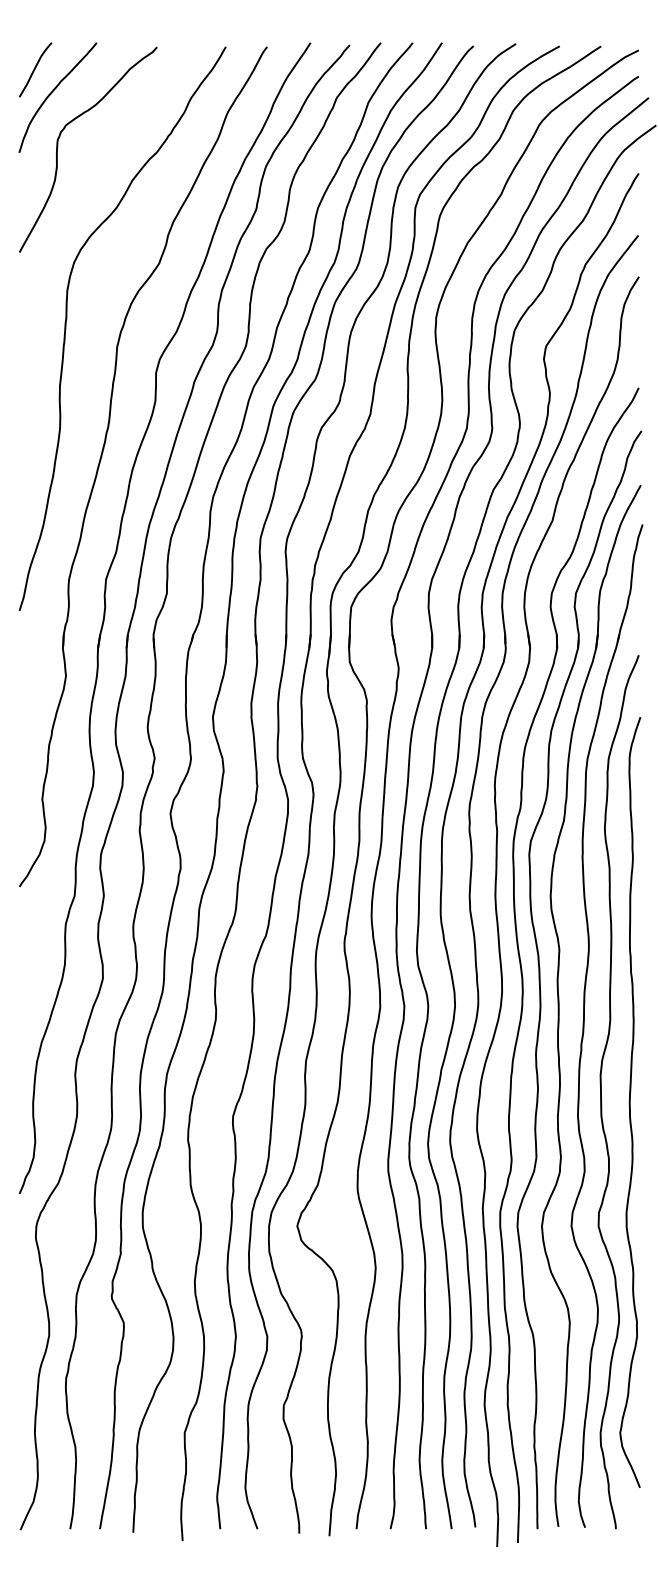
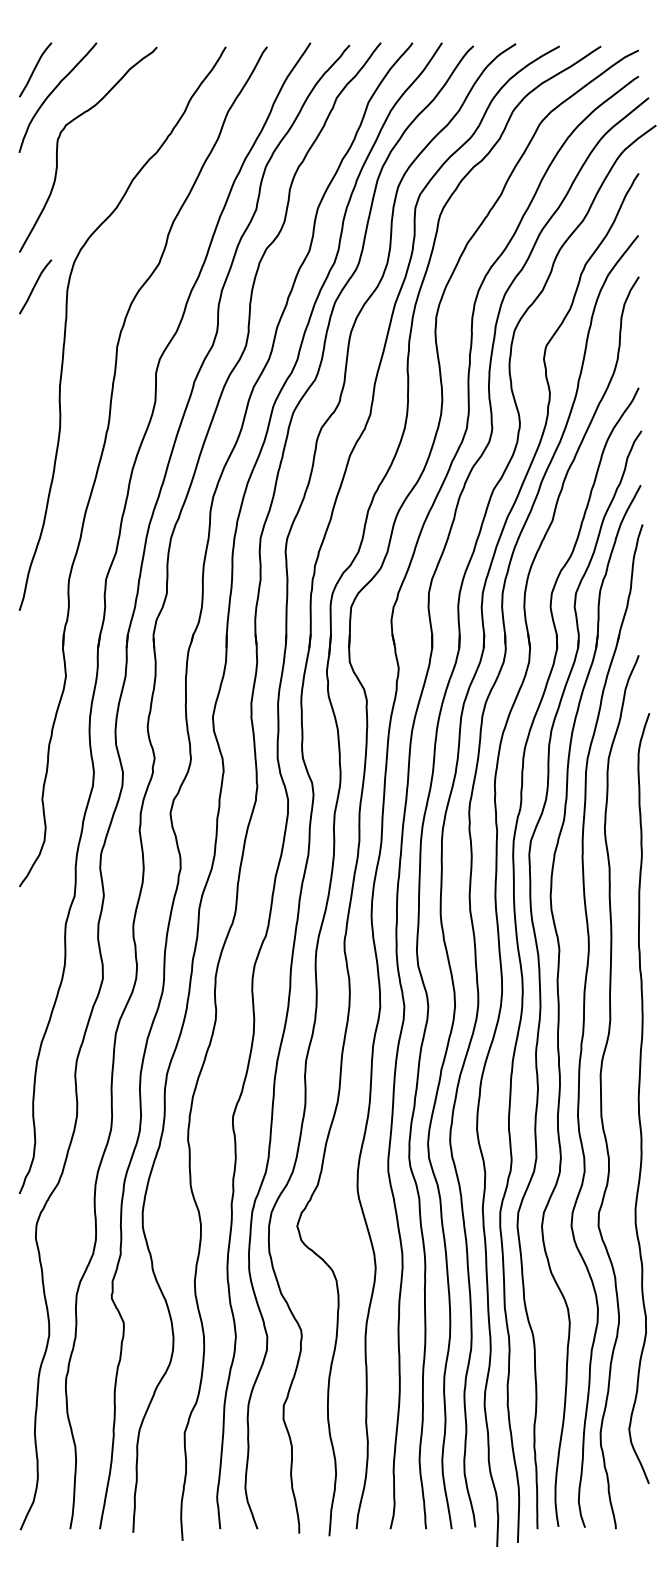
curve at (35, 286): none -> present
curve at (630, 1102) position: (630, 1102) -> (639, 1098)
